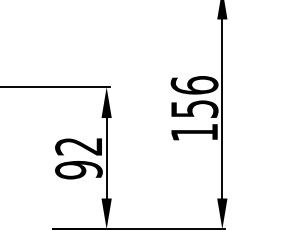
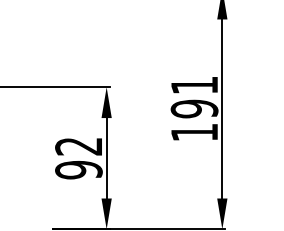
text at (194, 97): 156 -> 191
